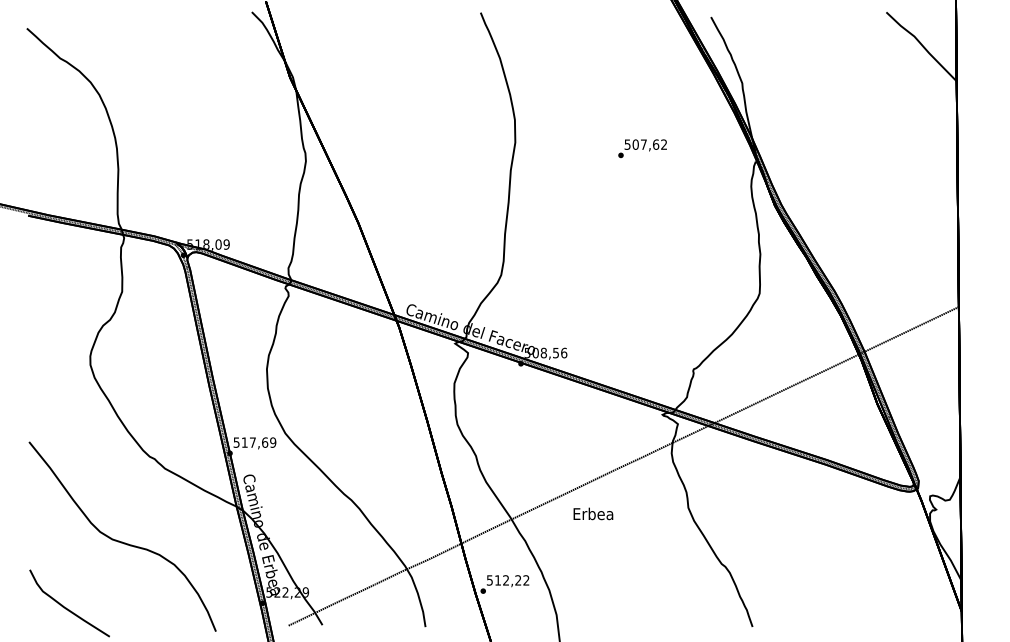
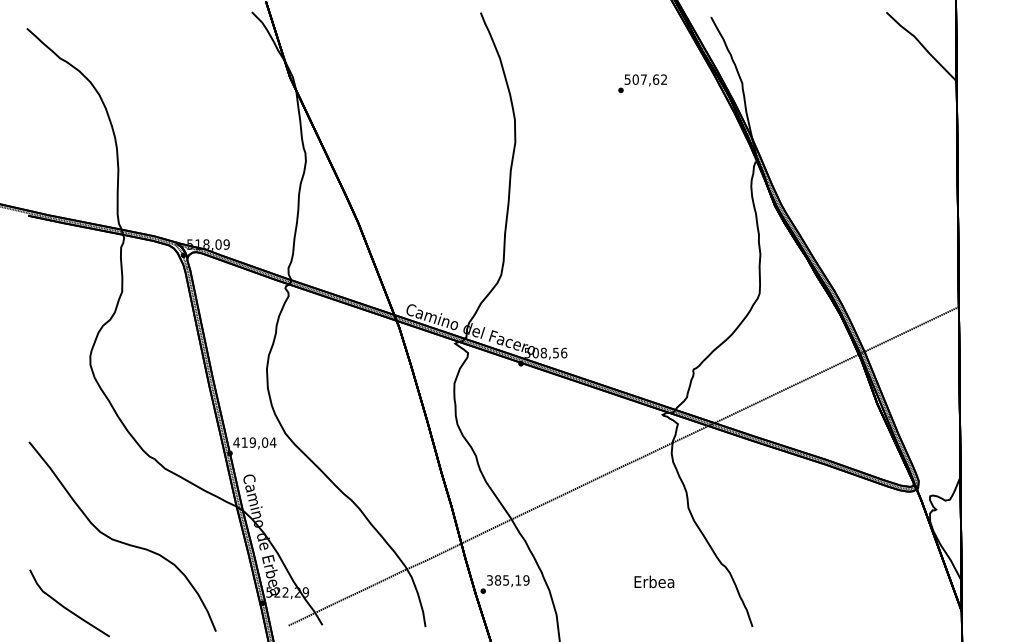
text at (642, 148) position: (642, 148) -> (642, 83)
text at (254, 442): 517,69 -> 419,04
text at (593, 513) position: (593, 513) -> (654, 581)
text at (508, 580): 512,22 -> 385,19
